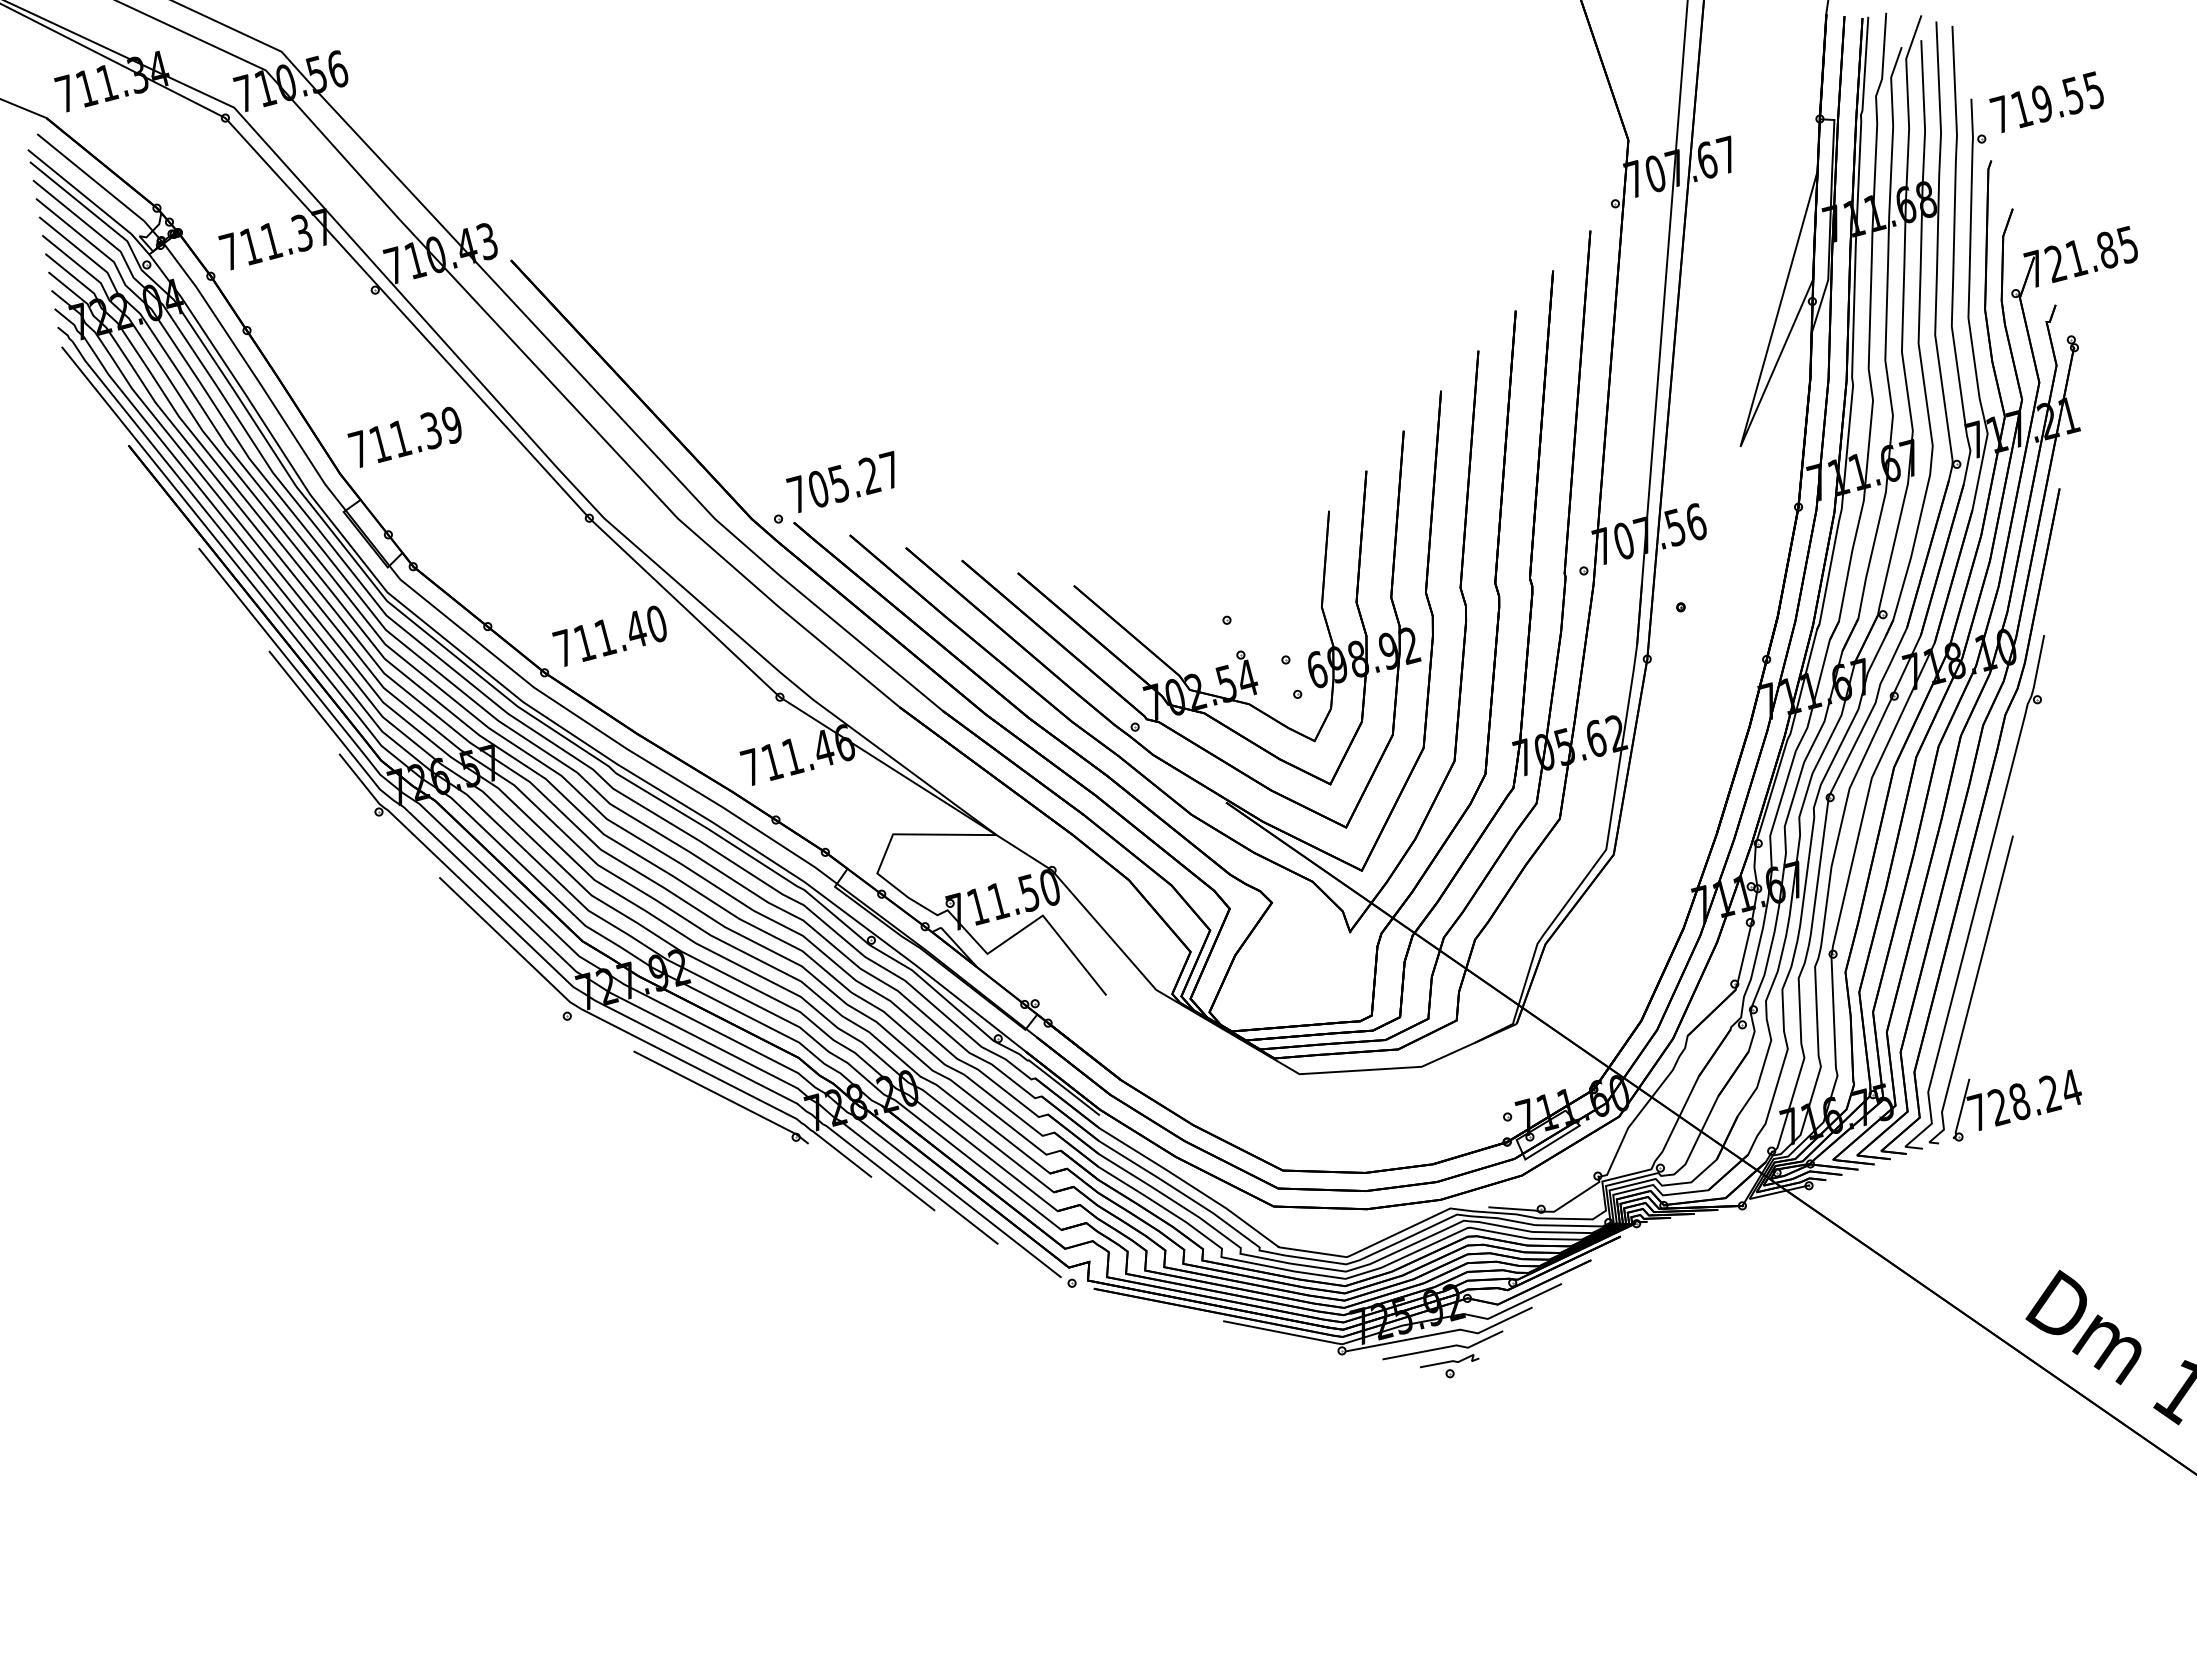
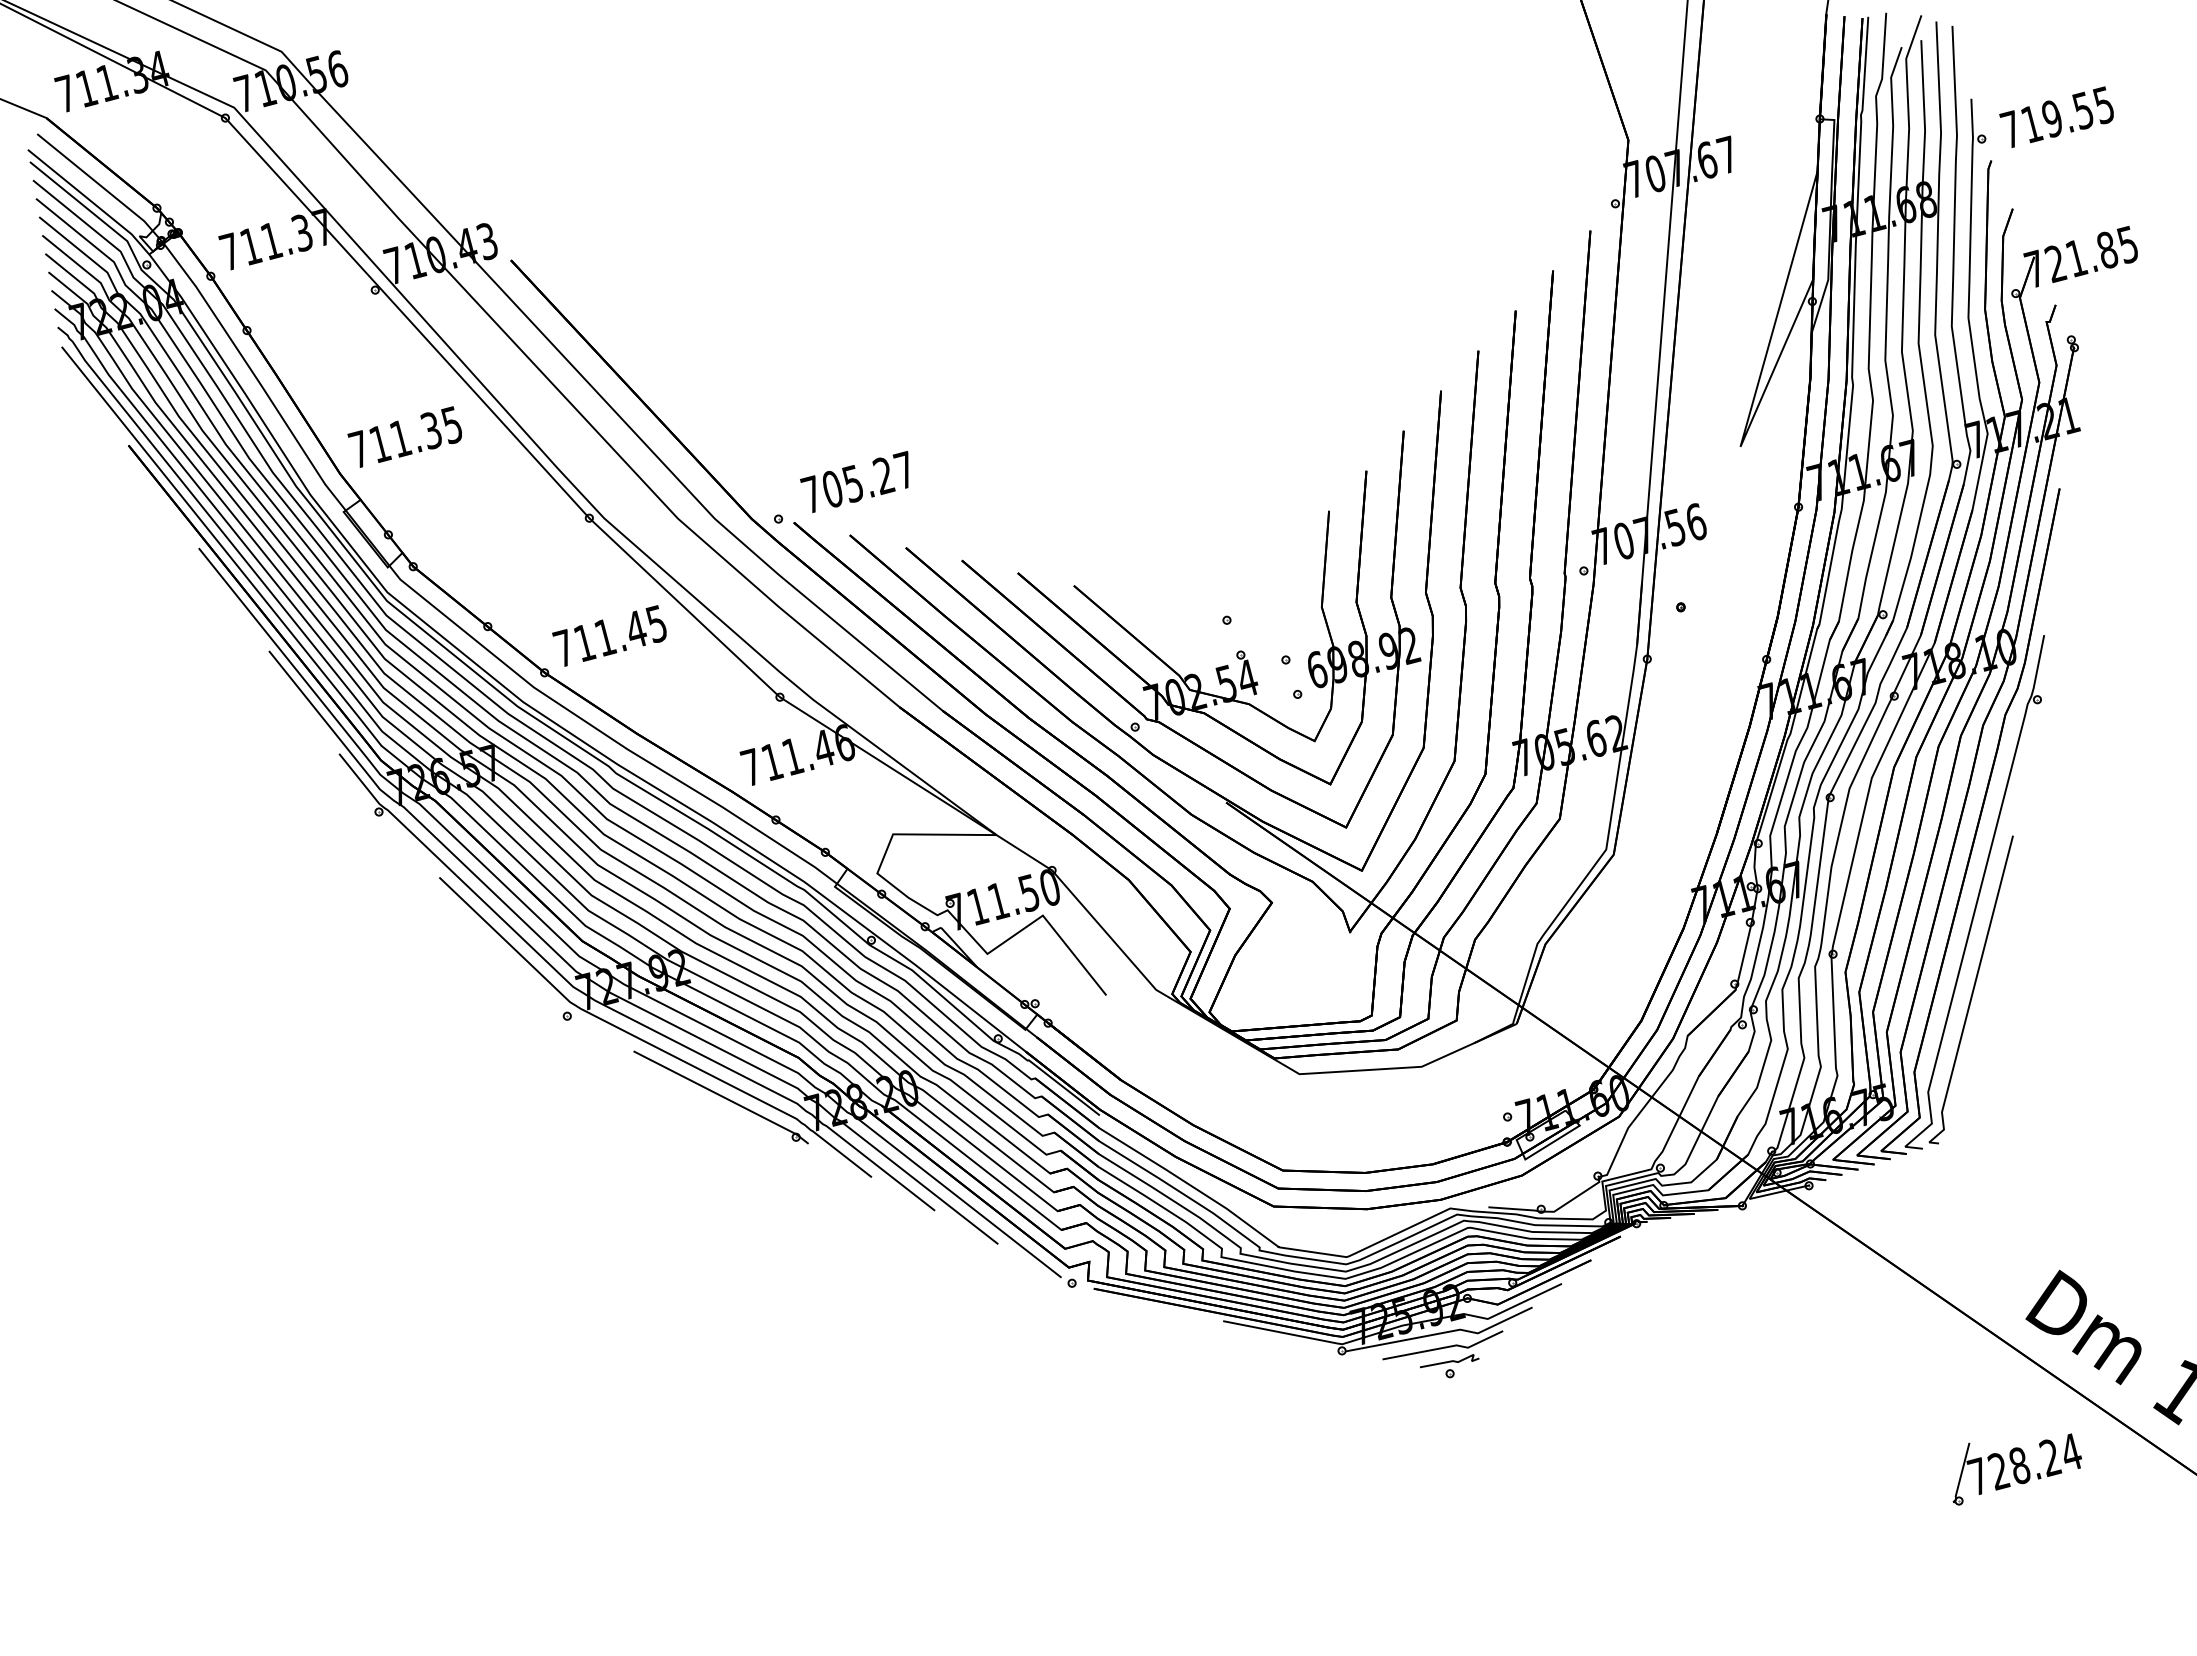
text at (2046, 101) position: (2046, 101) -> (2056, 116)
text at (451, 425): 711.39 -> 711.35
text at (840, 481) position: (840, 481) -> (854, 481)
text at (655, 623): 711.40 -> 711.45
part at (2016, 1105) position: (2016, 1105) -> (2016, 1469)
